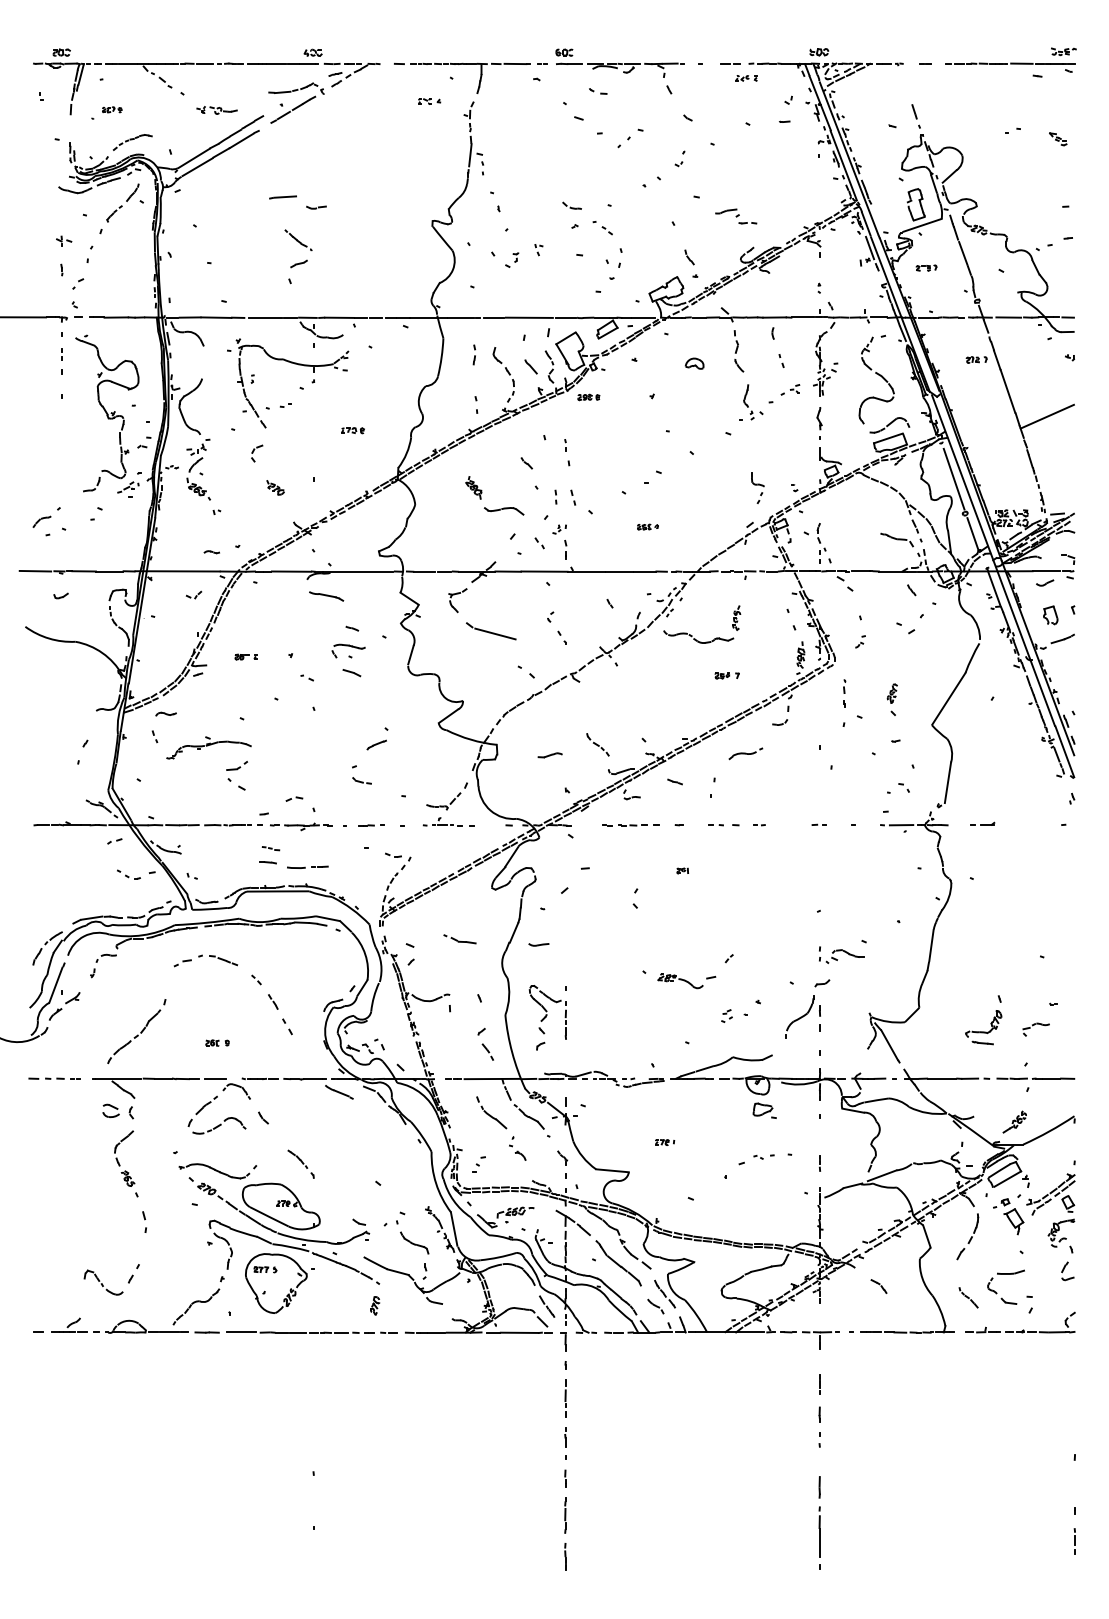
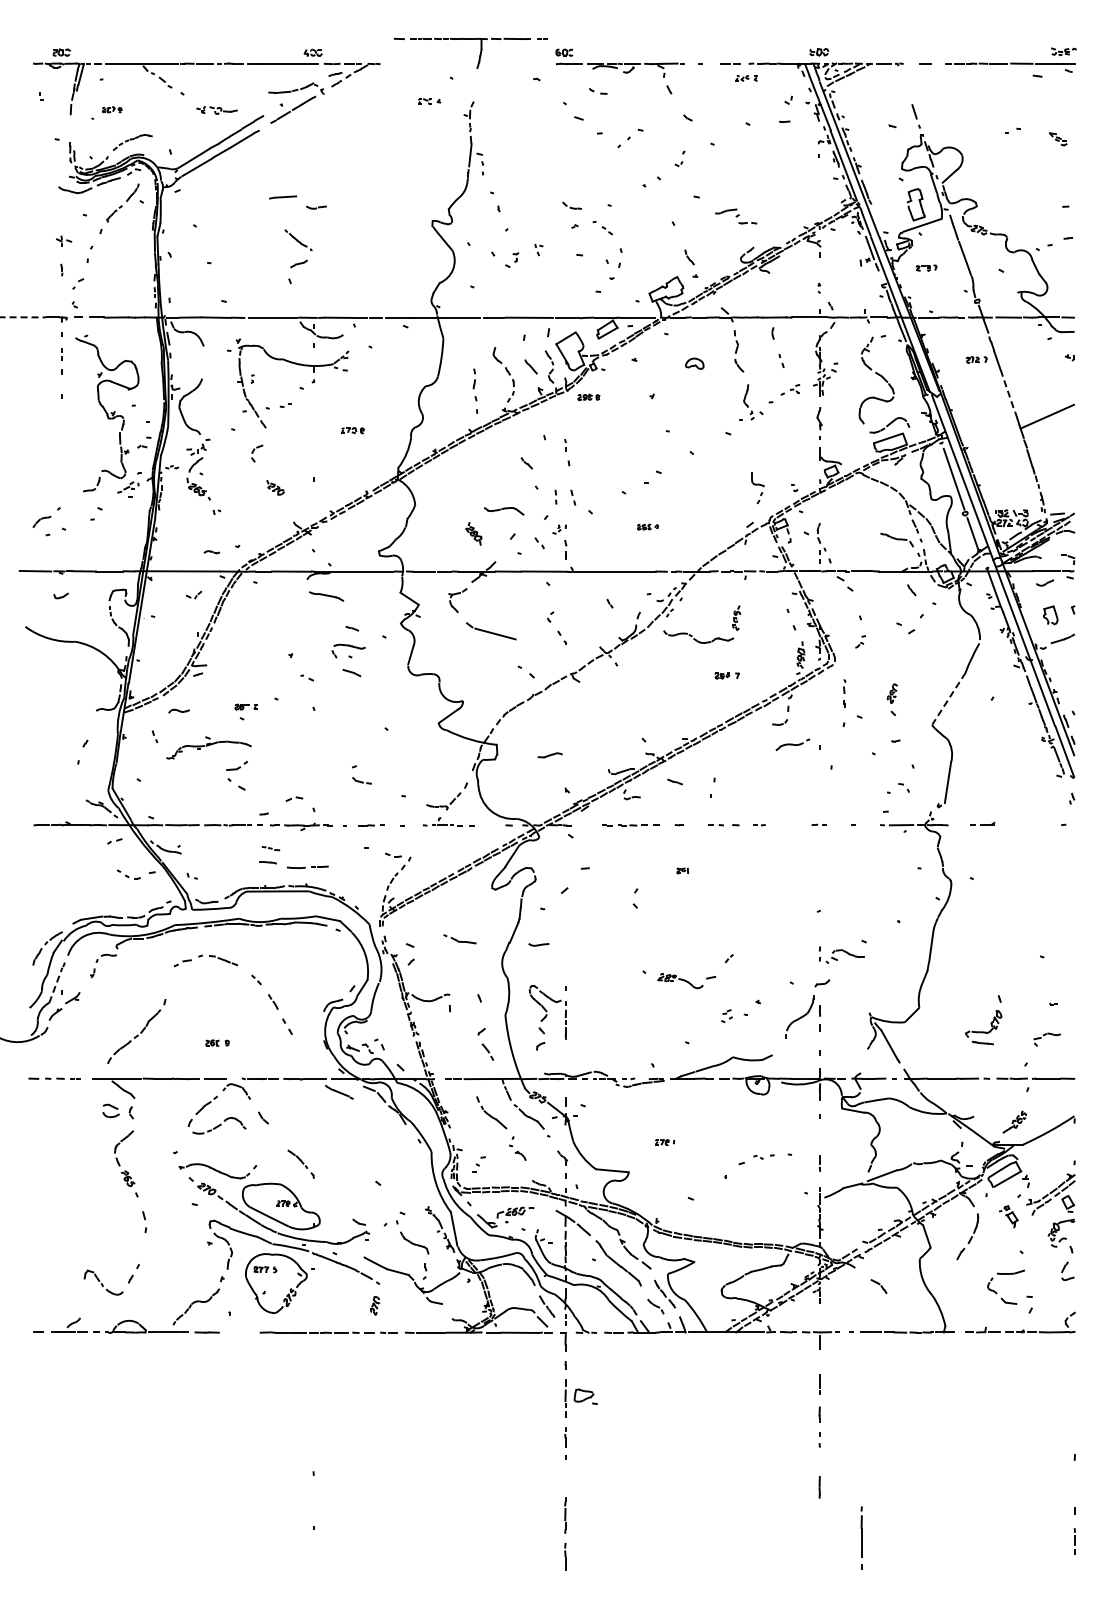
part at (479, 79) position: (479, 79) -> (479, 54)
line at (23, 317): solid -> dashed
part at (473, 354) position: (473, 354) -> (473, 378)
line at (1007, 391): solid -> dashed
part at (473, 487) position: (473, 487) -> (473, 533)
part at (245, 656) position: (245, 656) -> (245, 706)
line at (948, 698): solid -> dashed
part at (165, 713) position: (165, 713) -> (178, 710)
part at (376, 744): present -> none
part at (597, 744): present -> none
part at (745, 753) position: (745, 753) -> (792, 744)
line at (55, 985): solid -> dashed
part at (1035, 1029) position: (1035, 1029) -> (1046, 1039)
part at (764, 1110) position: (764, 1110) -> (585, 1396)
part at (1008, 1216) size: 32x38 px -> 20x24 px
part at (968, 1297): present -> none
line at (241, 1332): present -> none
line at (565, 1477): present -> none
line at (819, 1537) position: (819, 1537) -> (861, 1537)
